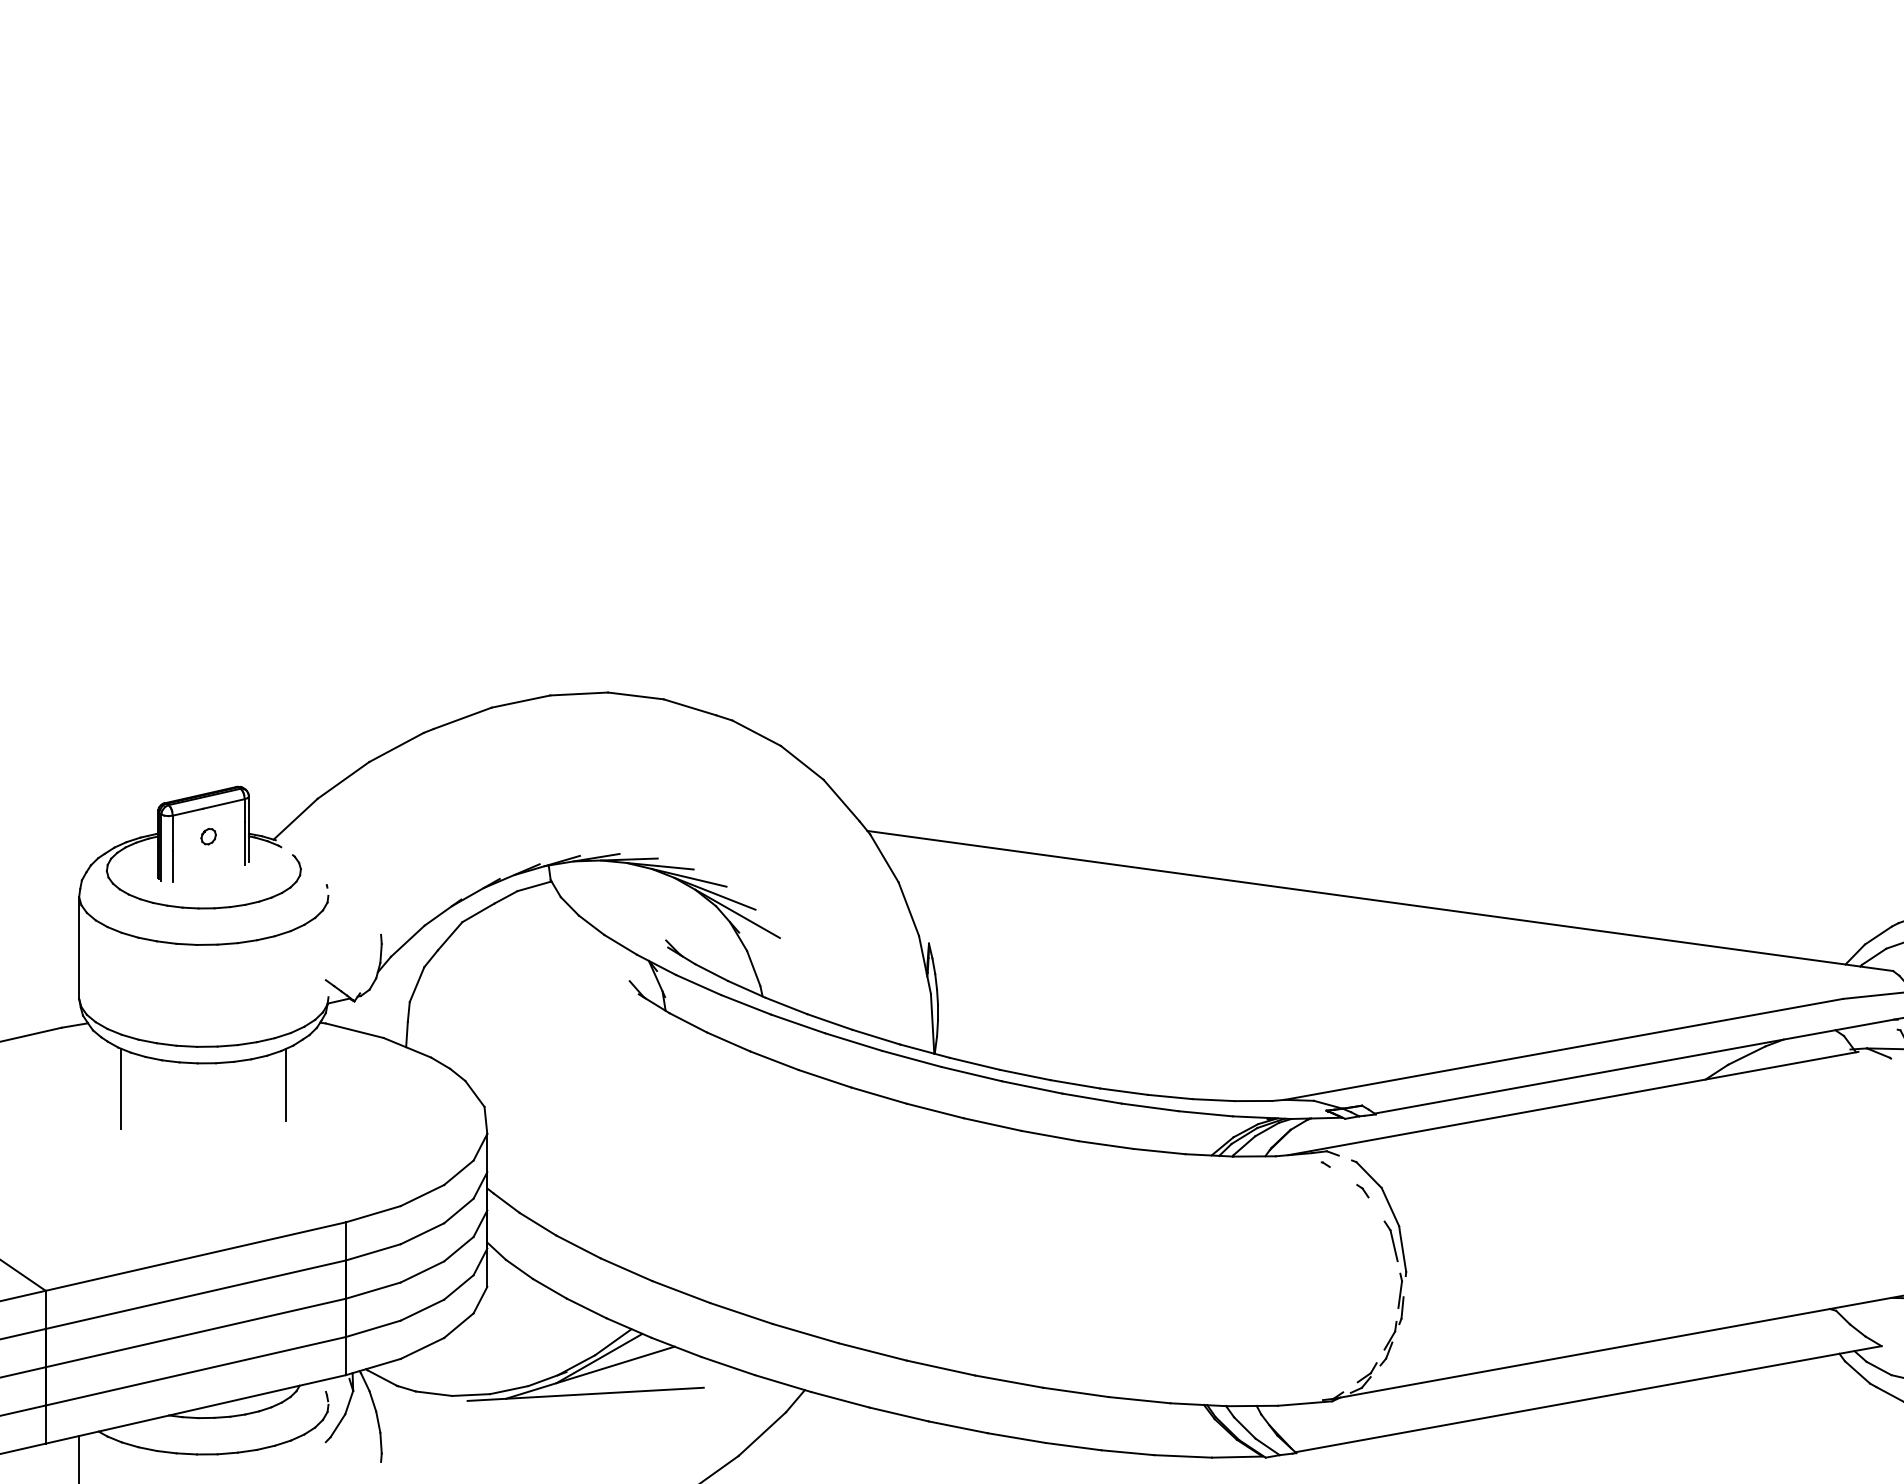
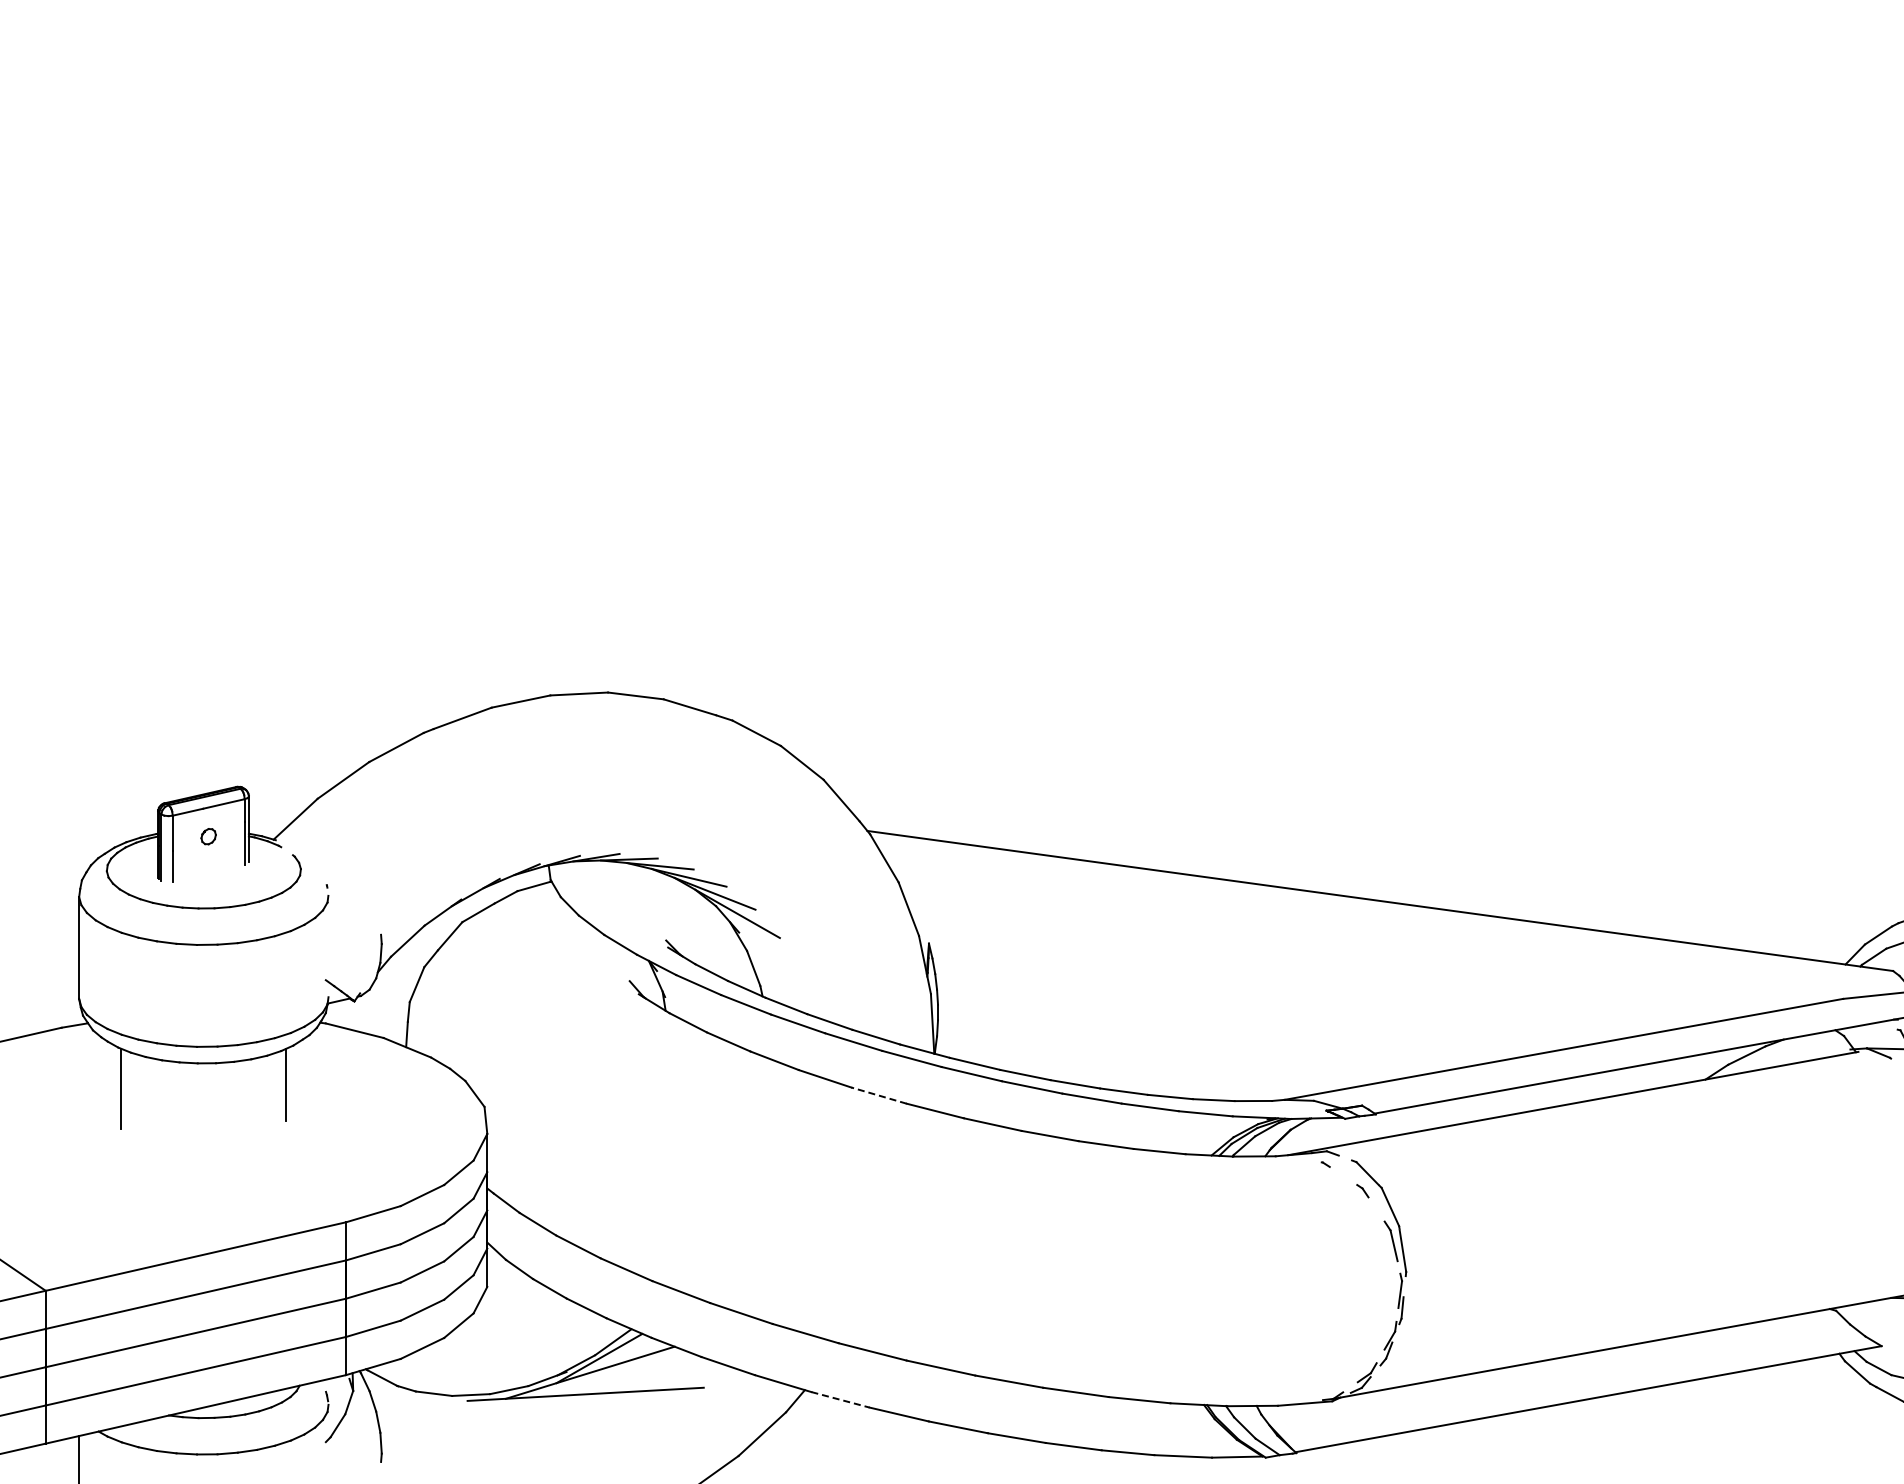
line at (879, 1095): solid -> dashed
line at (841, 1399): solid -> dashed
